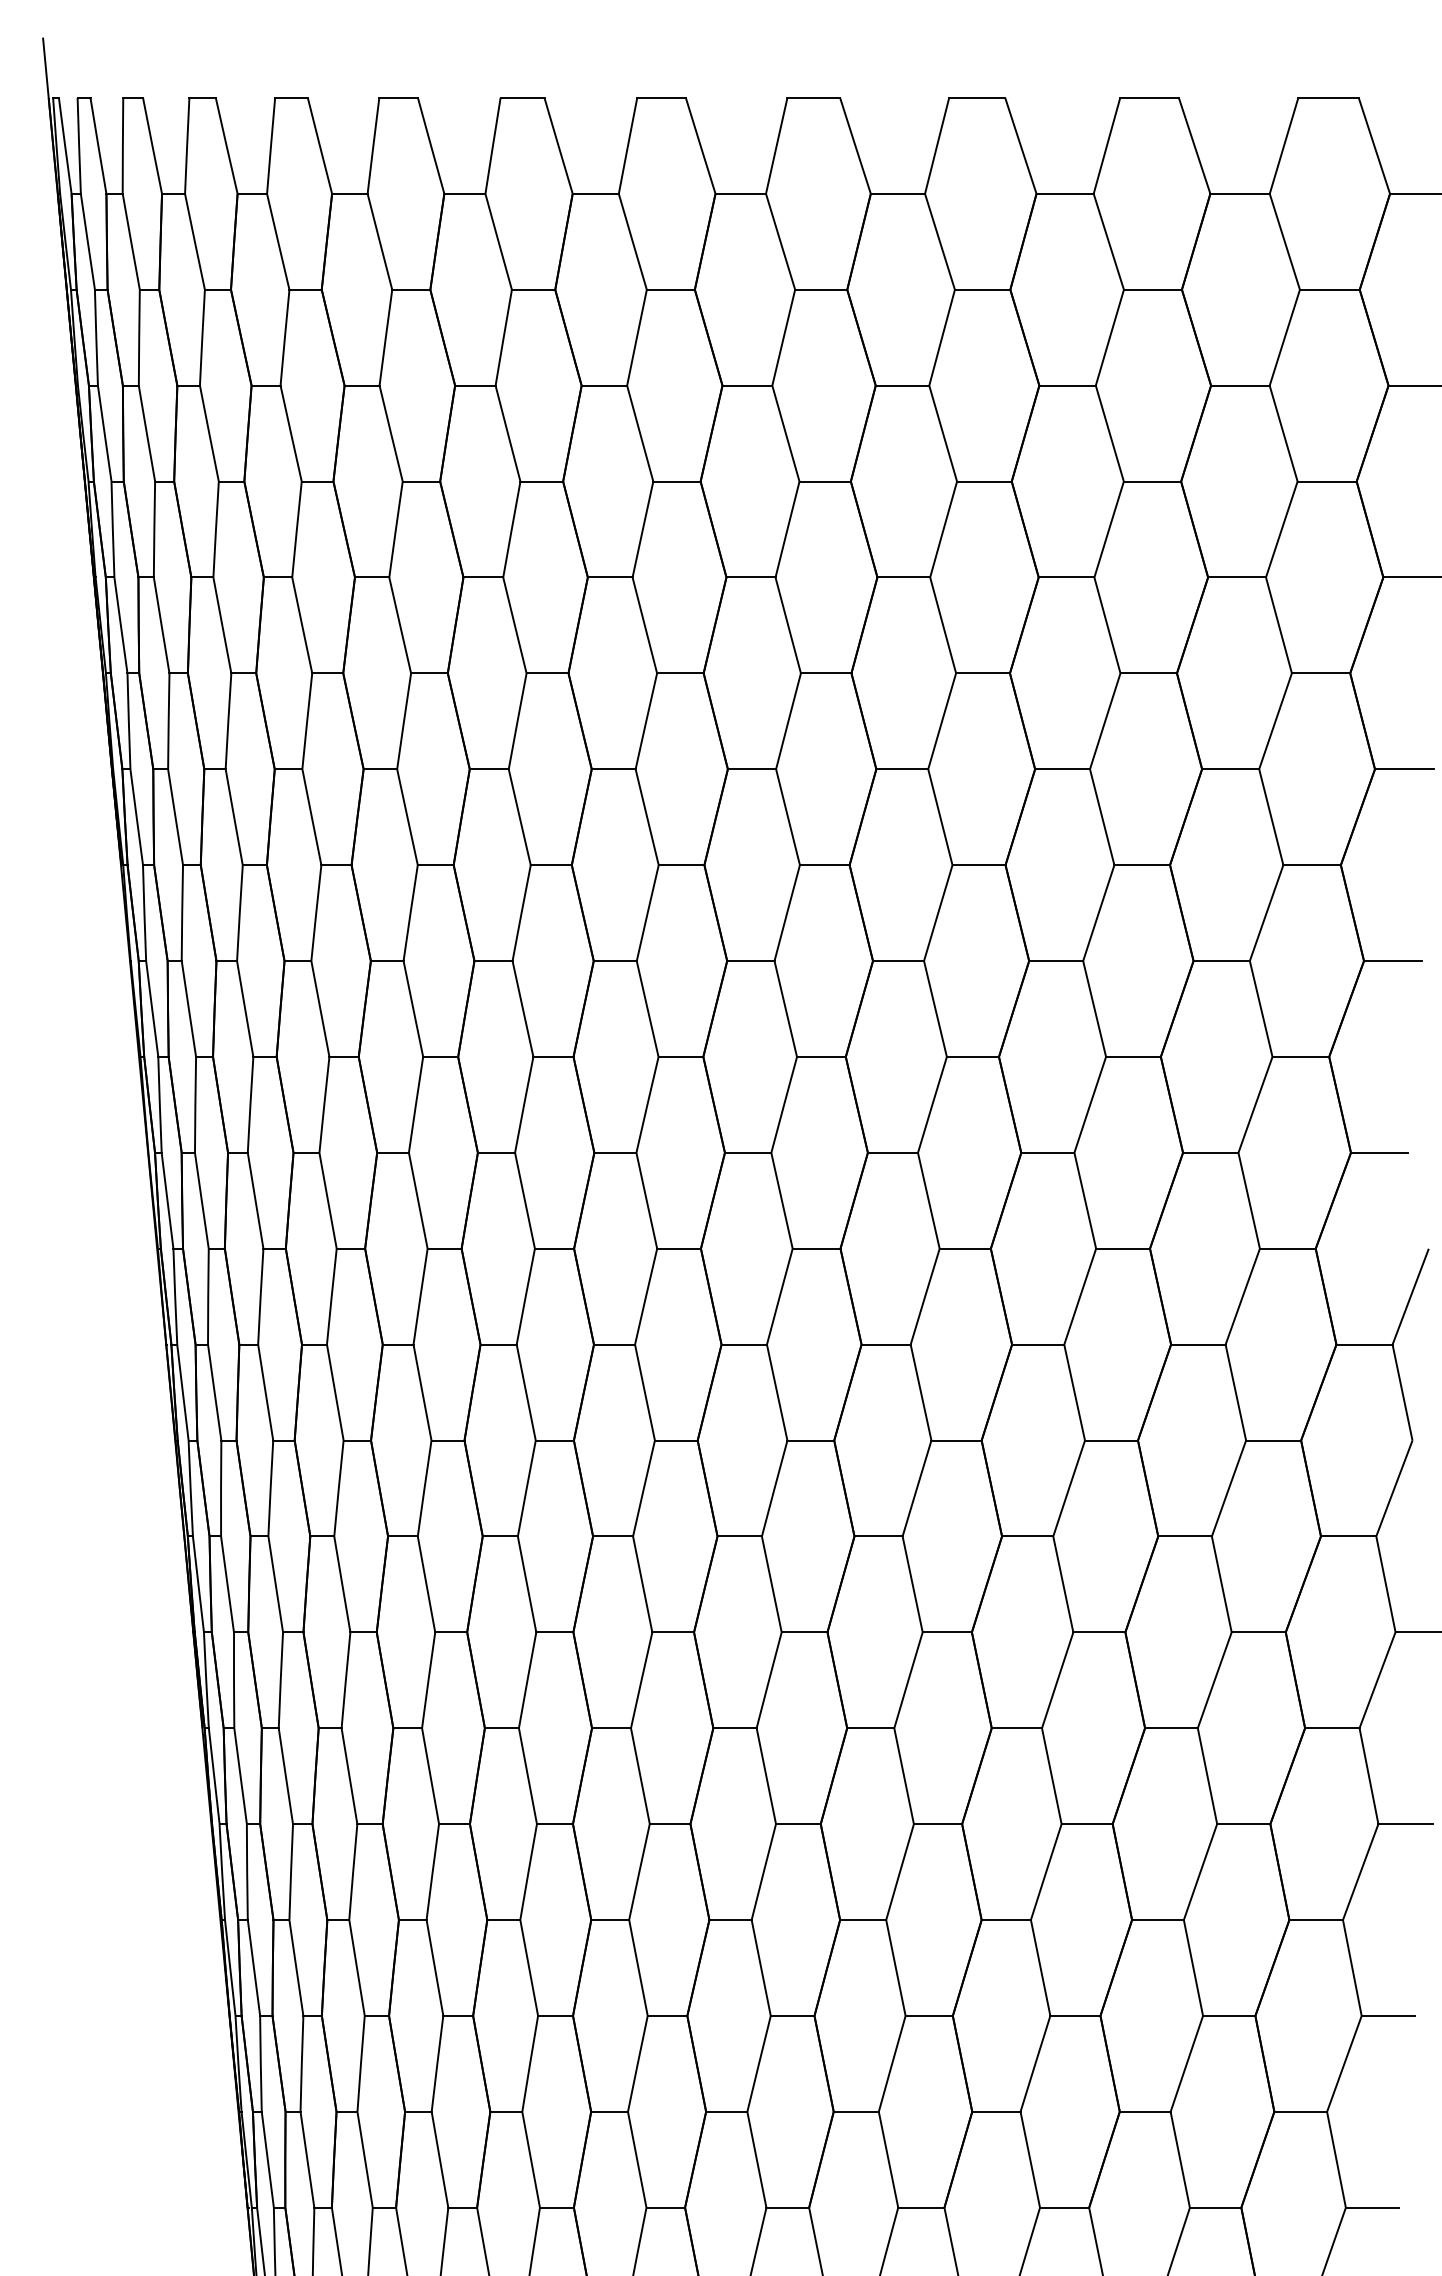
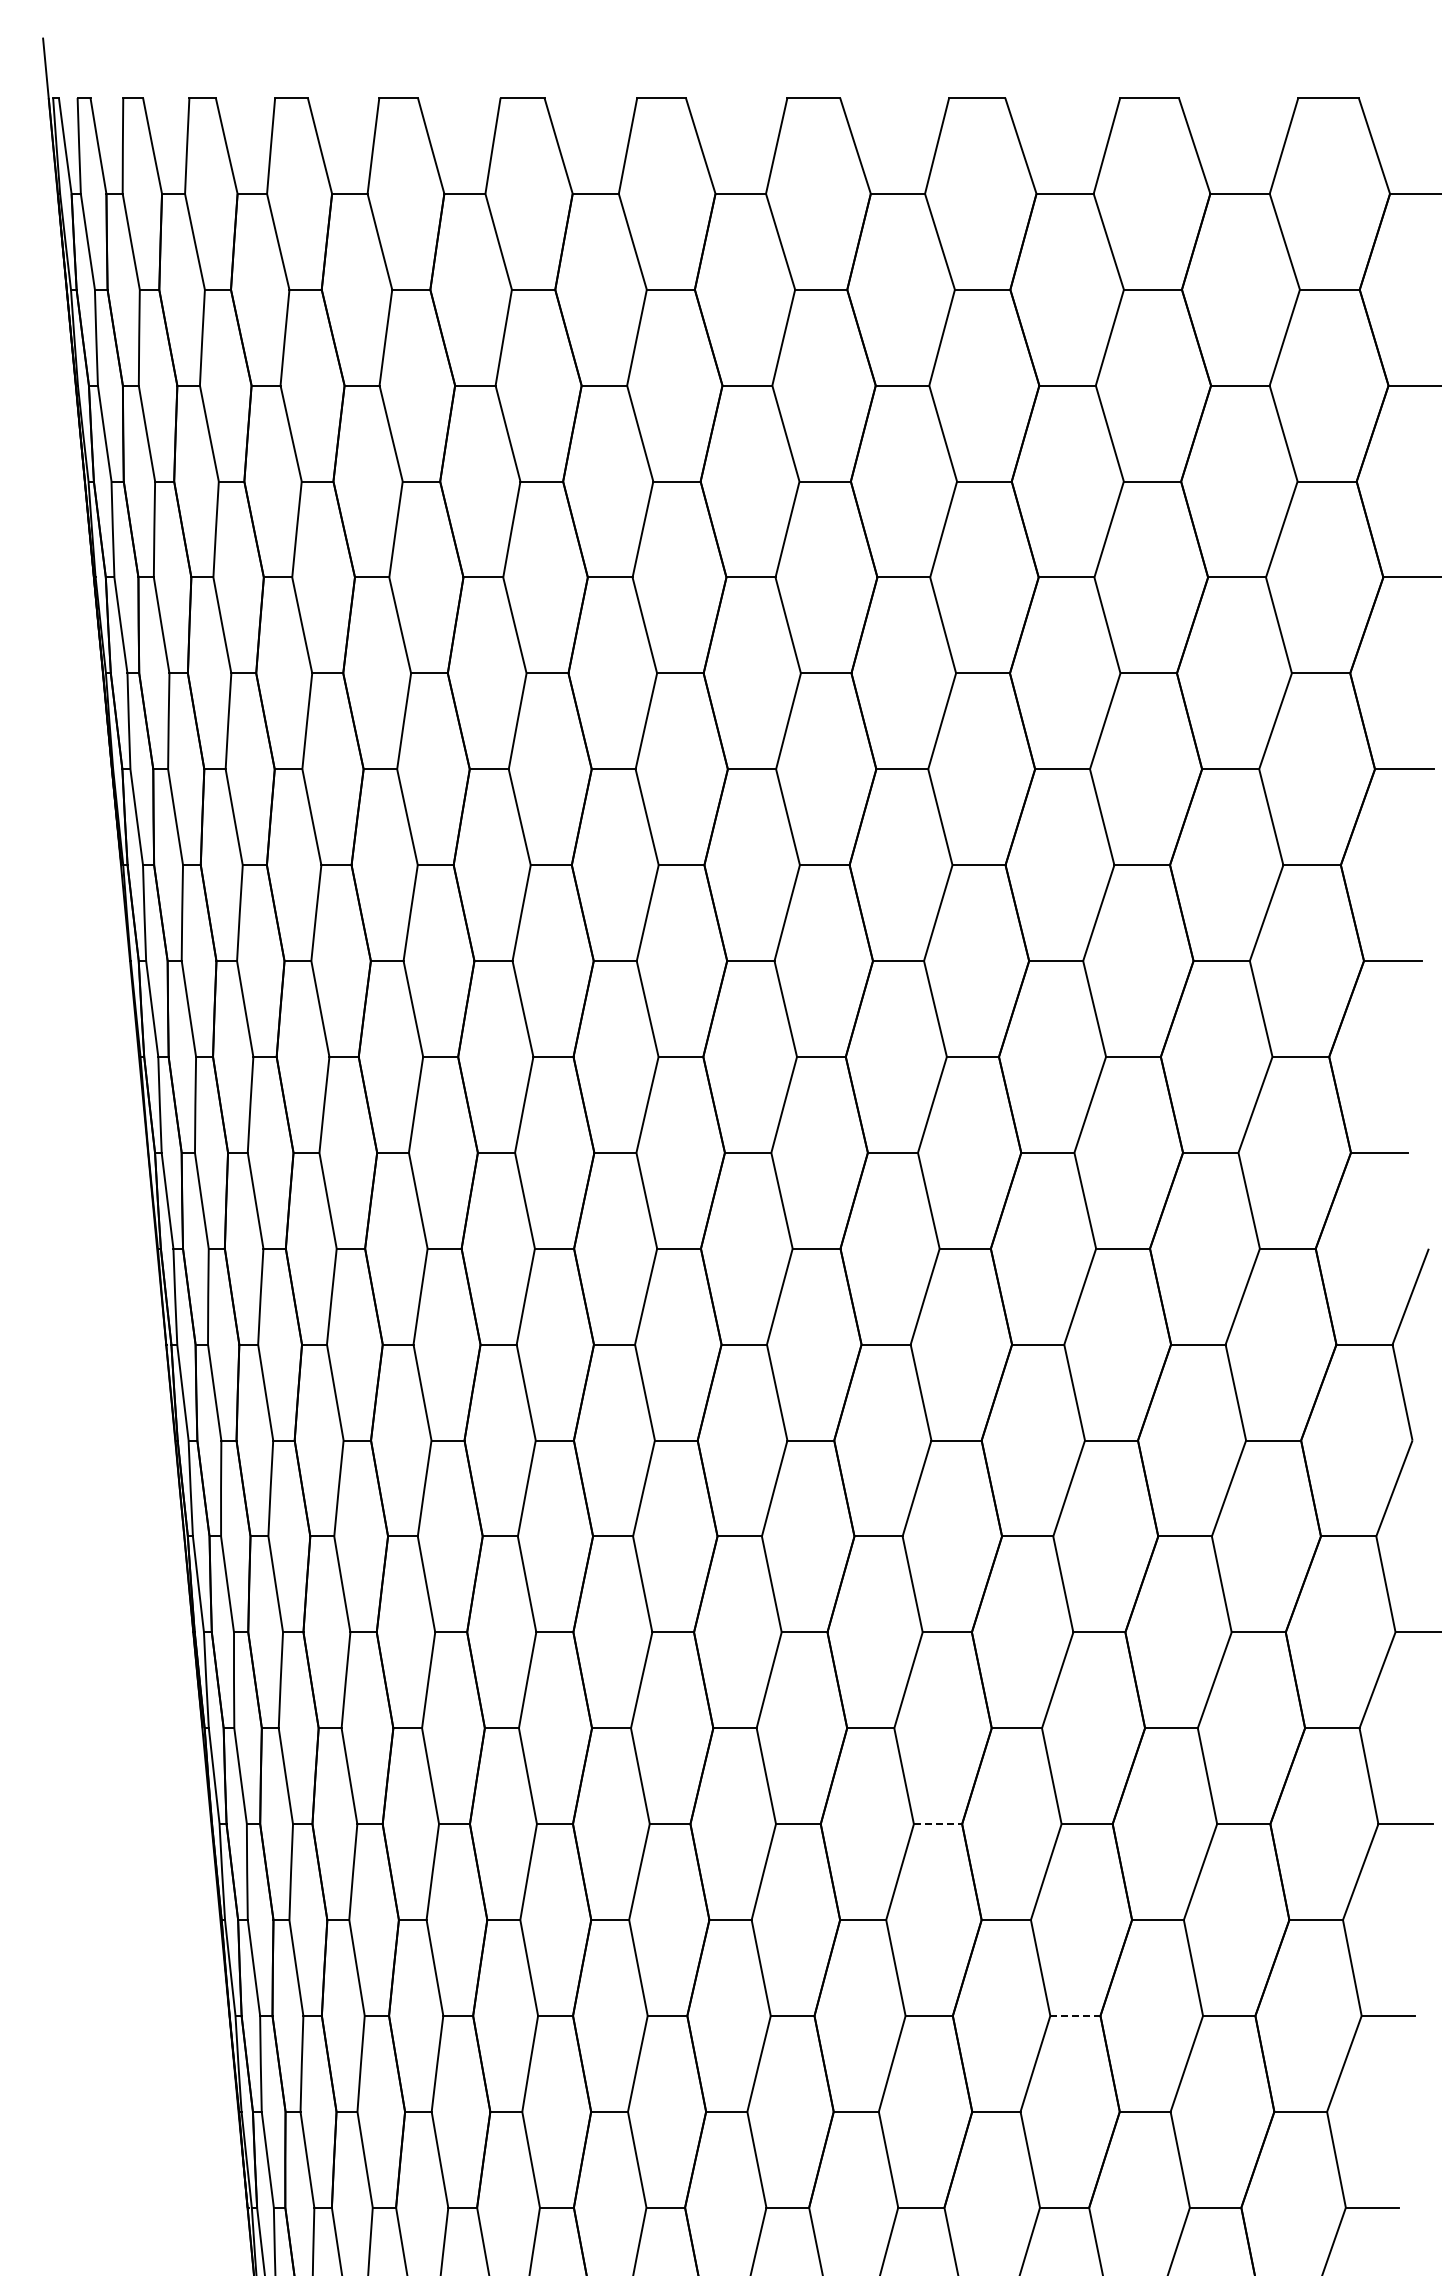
line at (938, 1824): solid -> dashed
line at (1075, 2015): solid -> dashed
